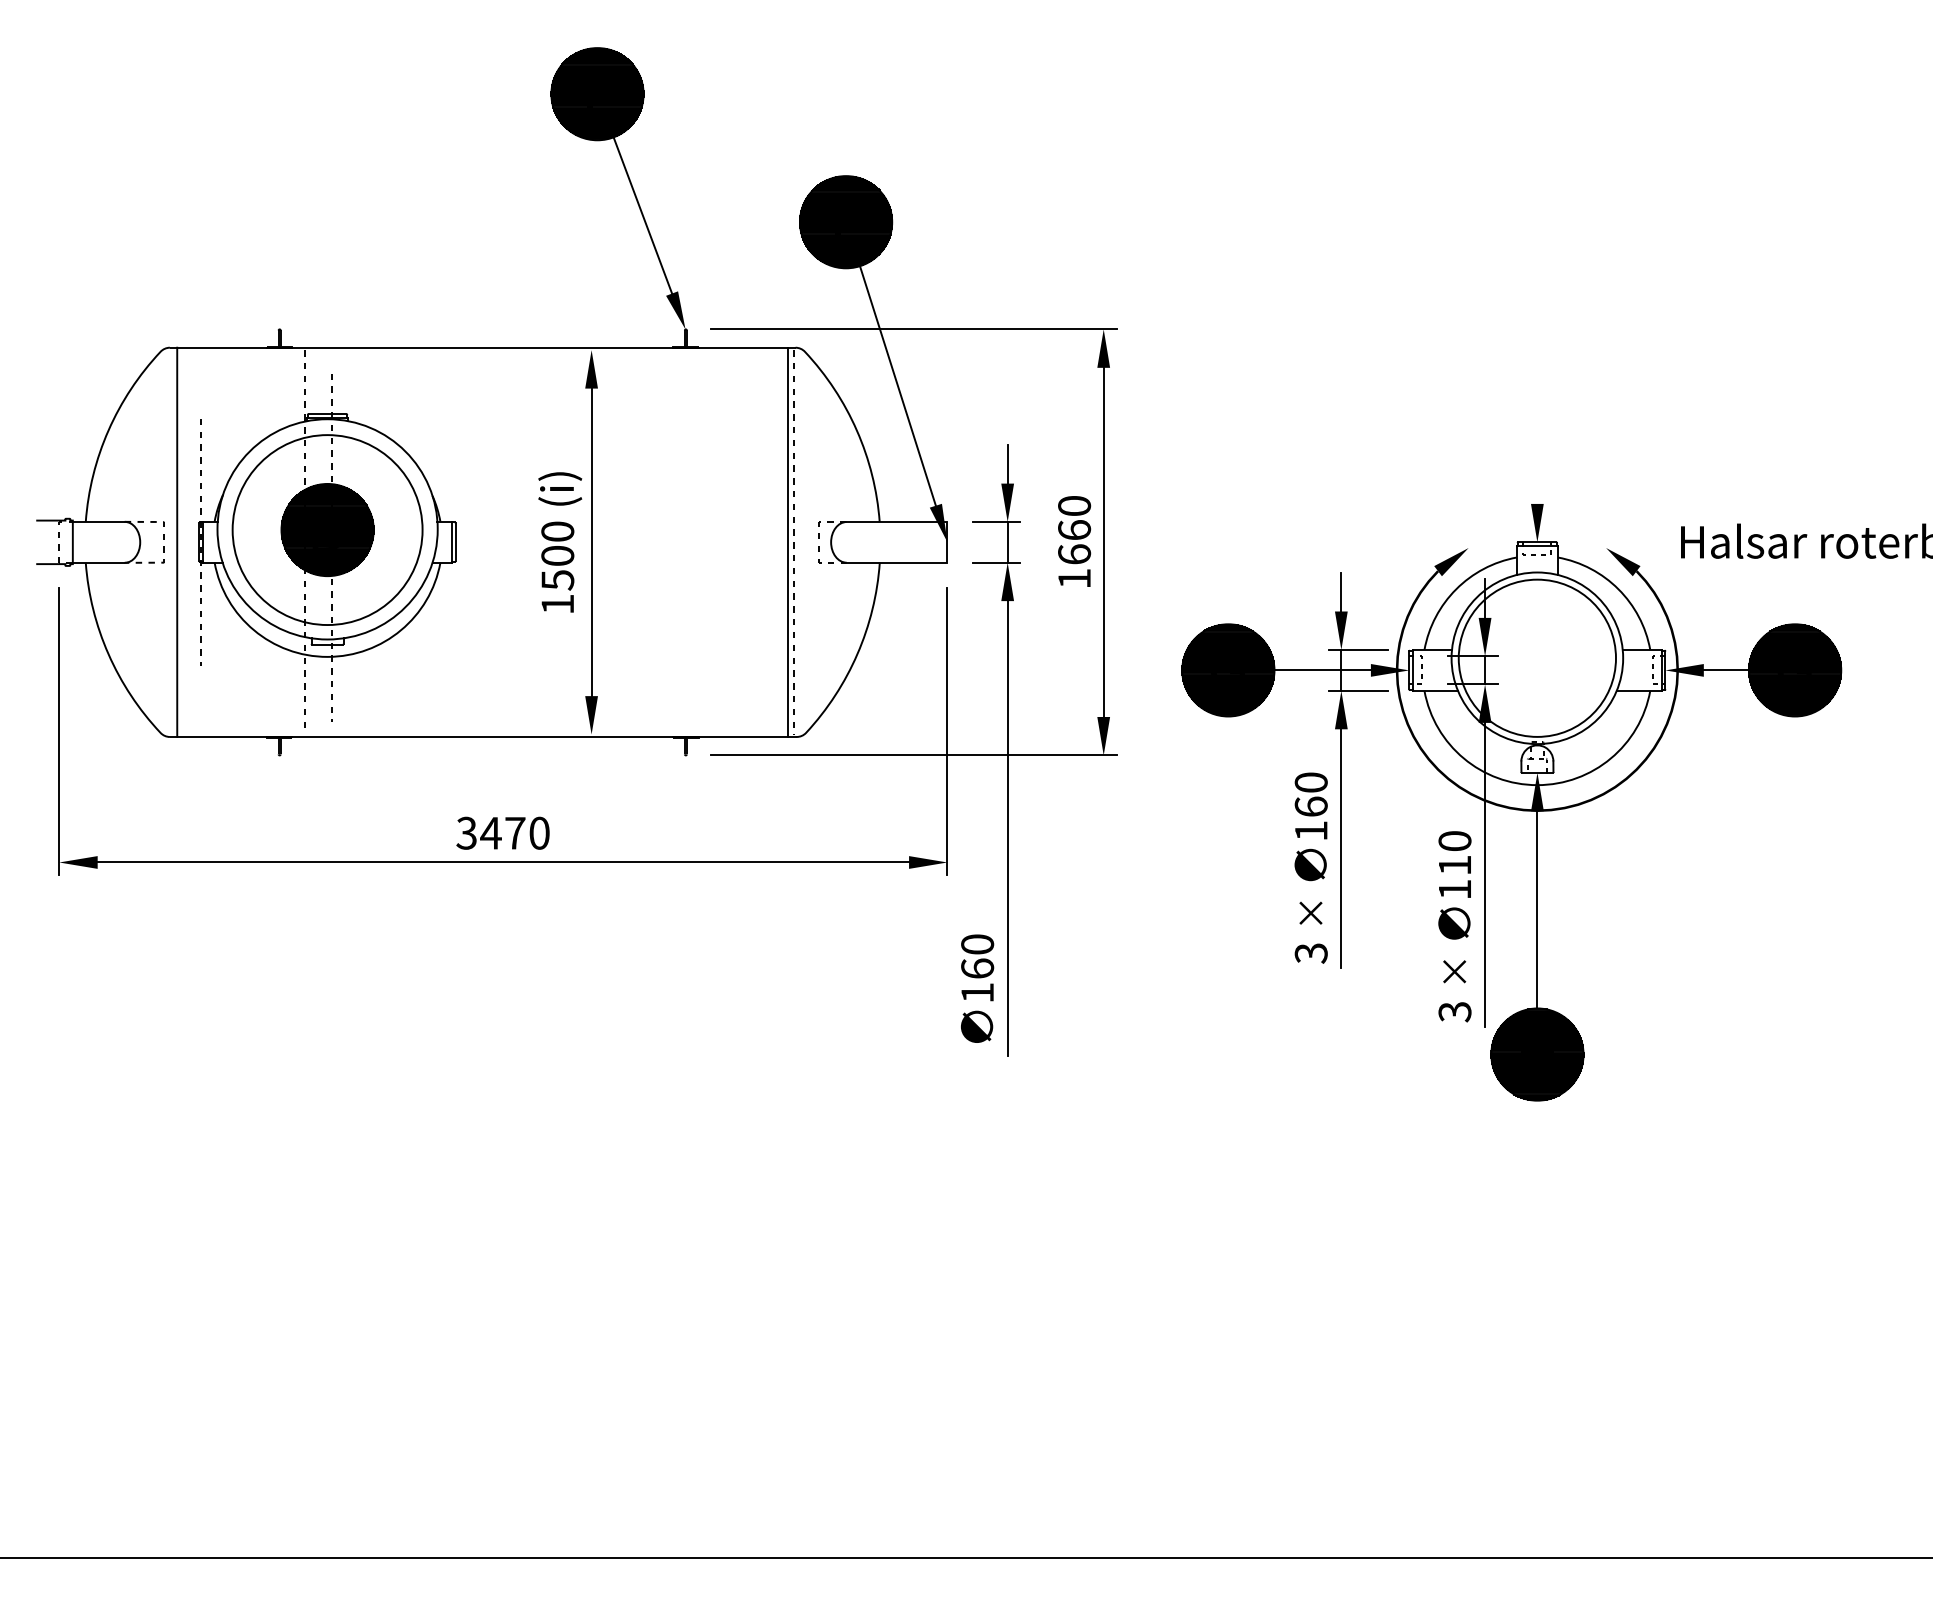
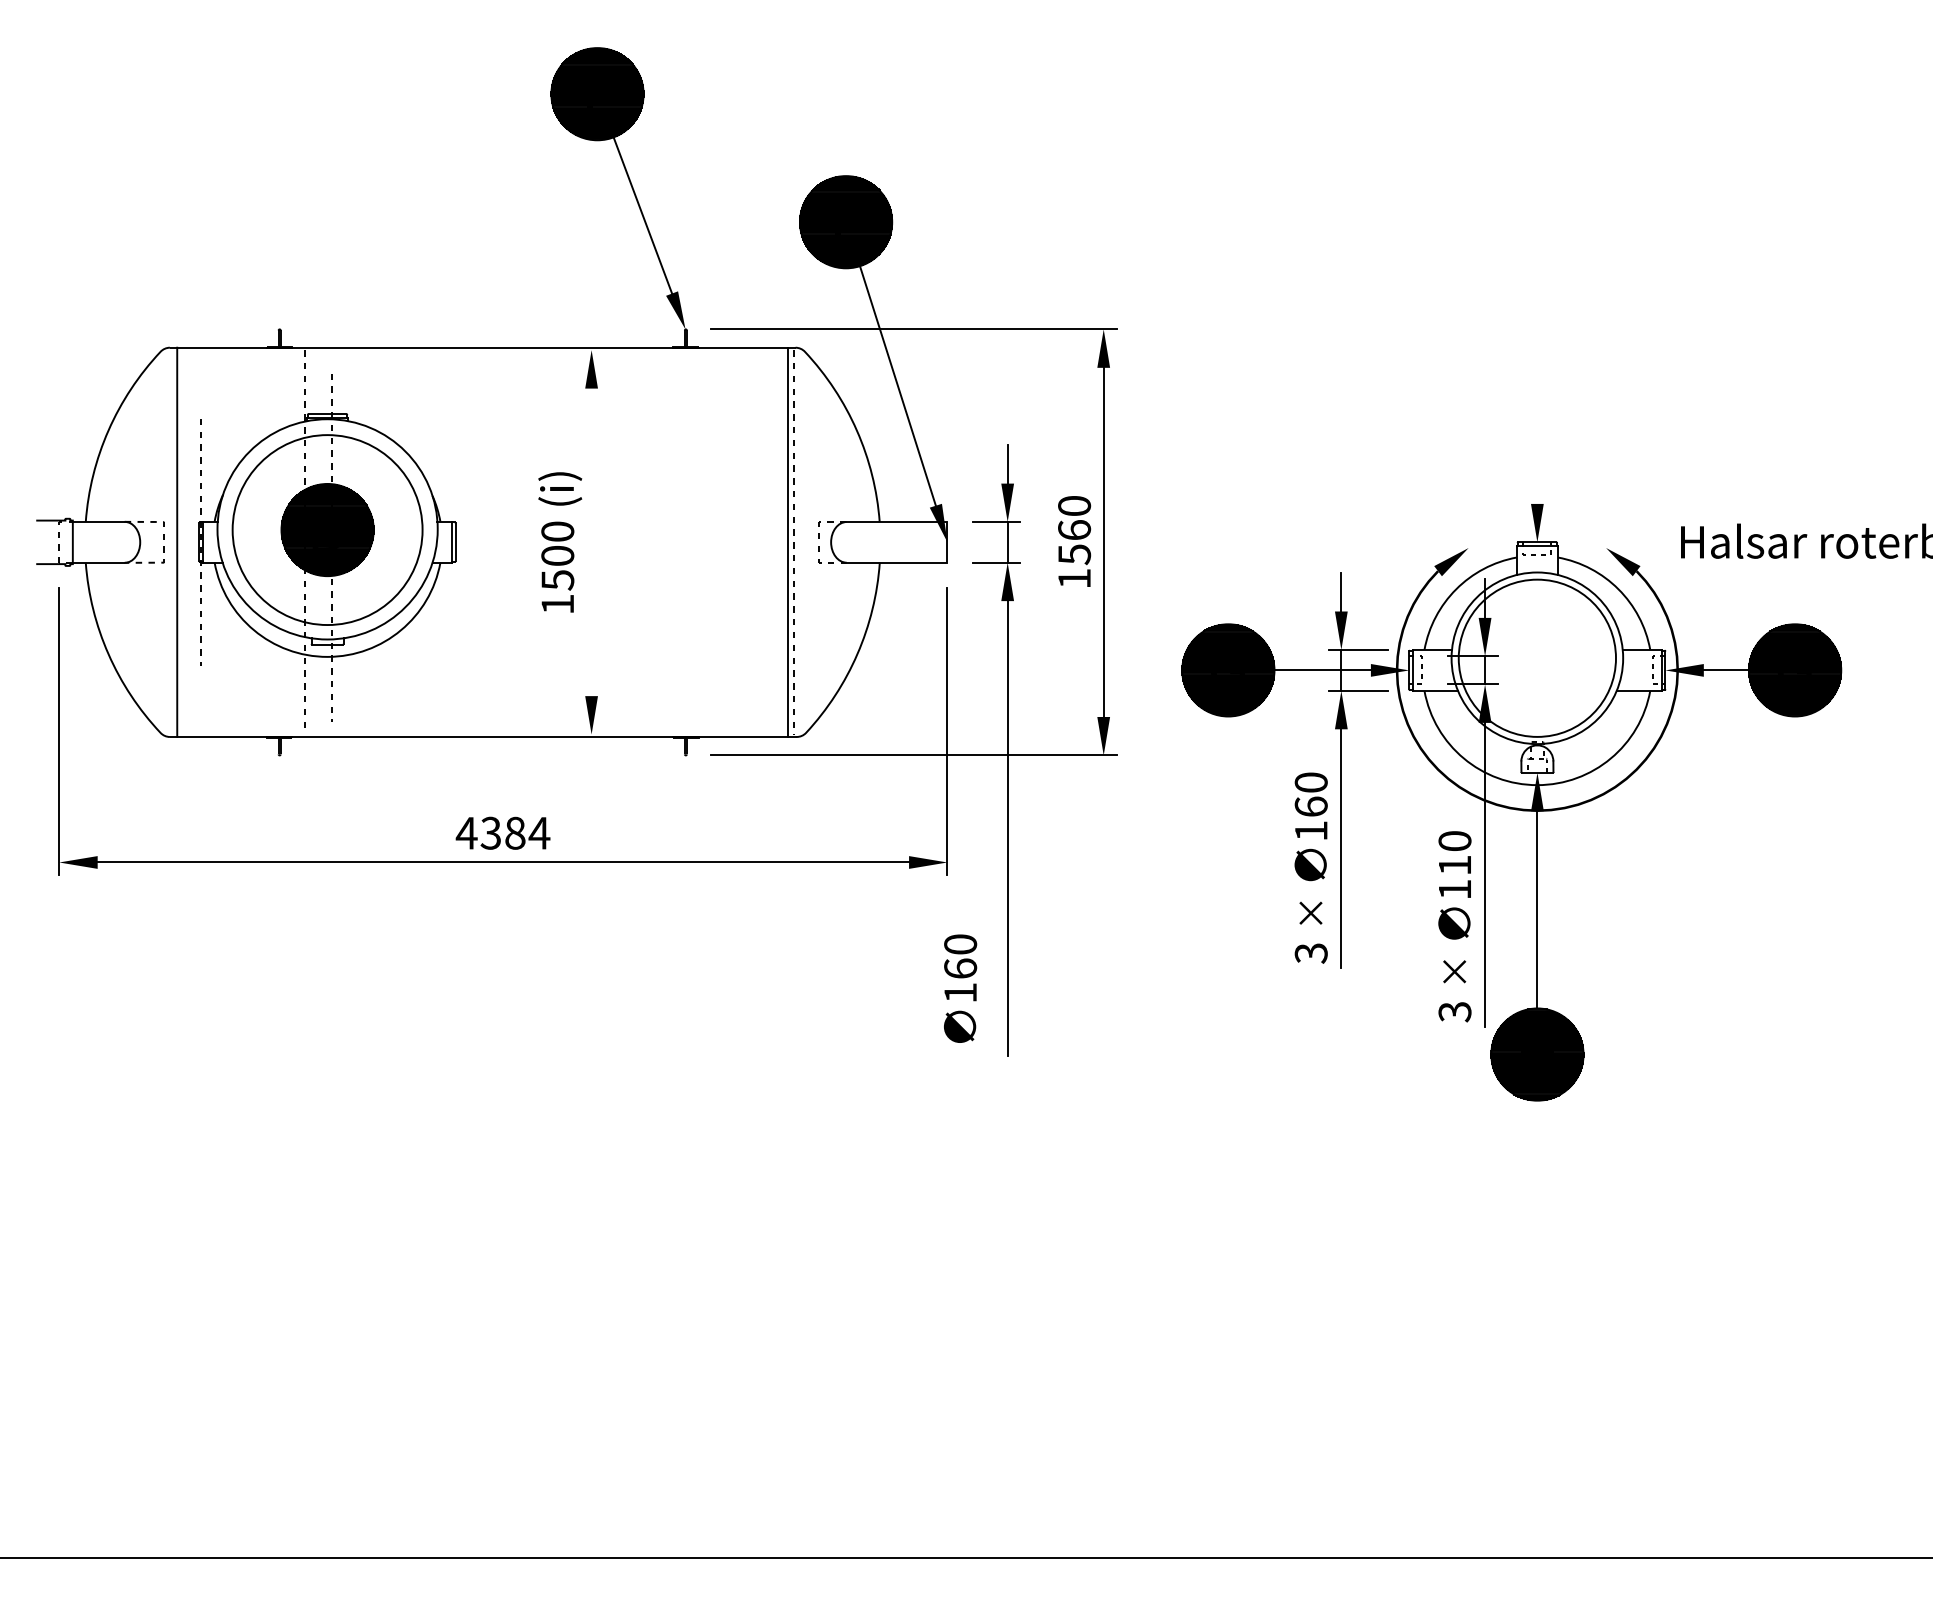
line at (591, 542): present -> none
text at (1074, 554): 1660 -> 1560
text at (502, 832): 3470 -> 4384
text at (977, 988) position: (977, 988) -> (960, 988)
